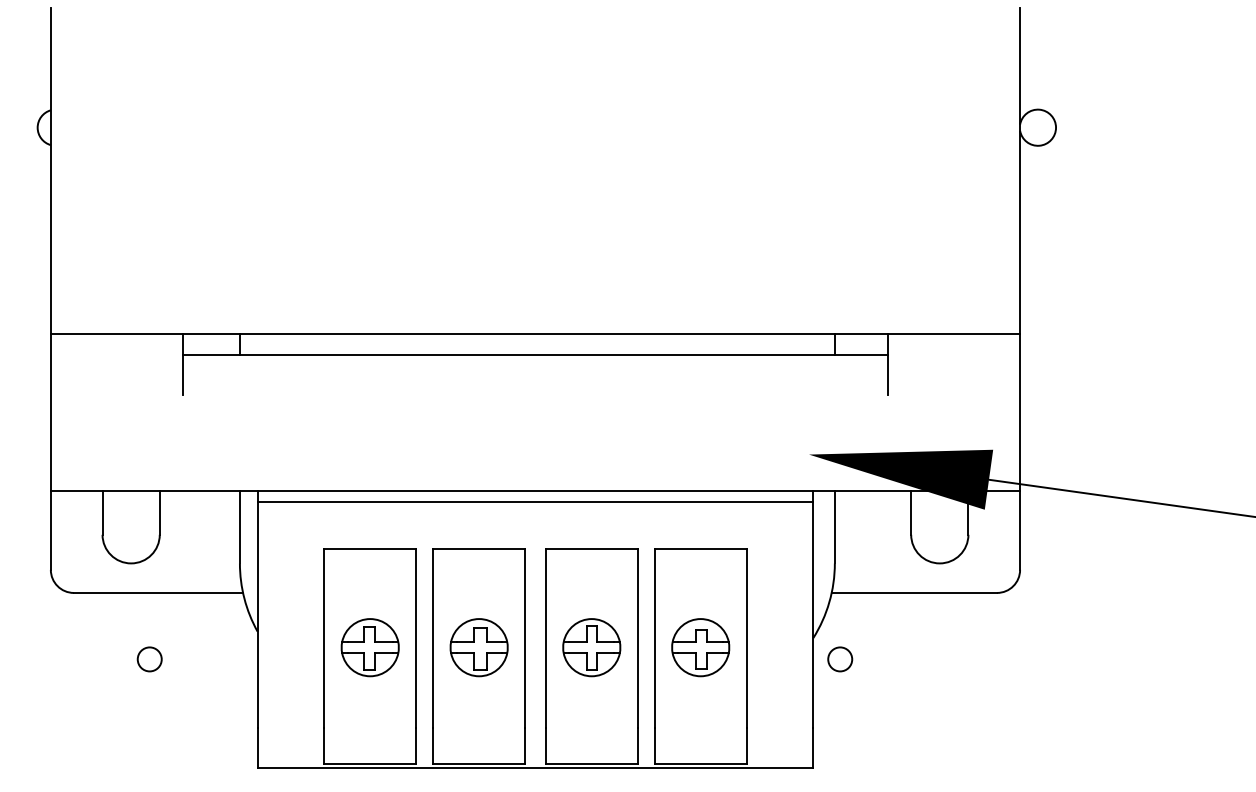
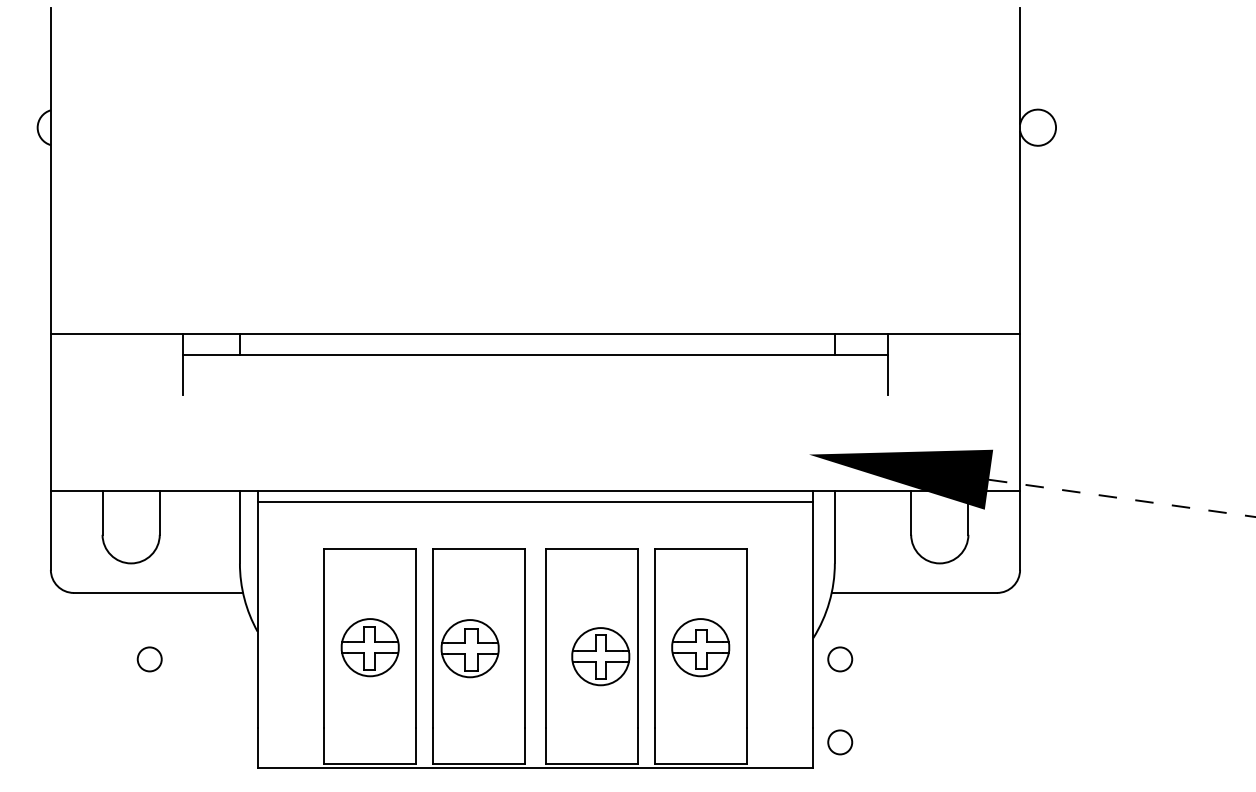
line at (1122, 498): solid -> dashed
part at (478, 647) position: (478, 647) -> (469, 648)
part at (591, 647) position: (591, 647) -> (600, 656)
circle at (840, 742): none -> present
